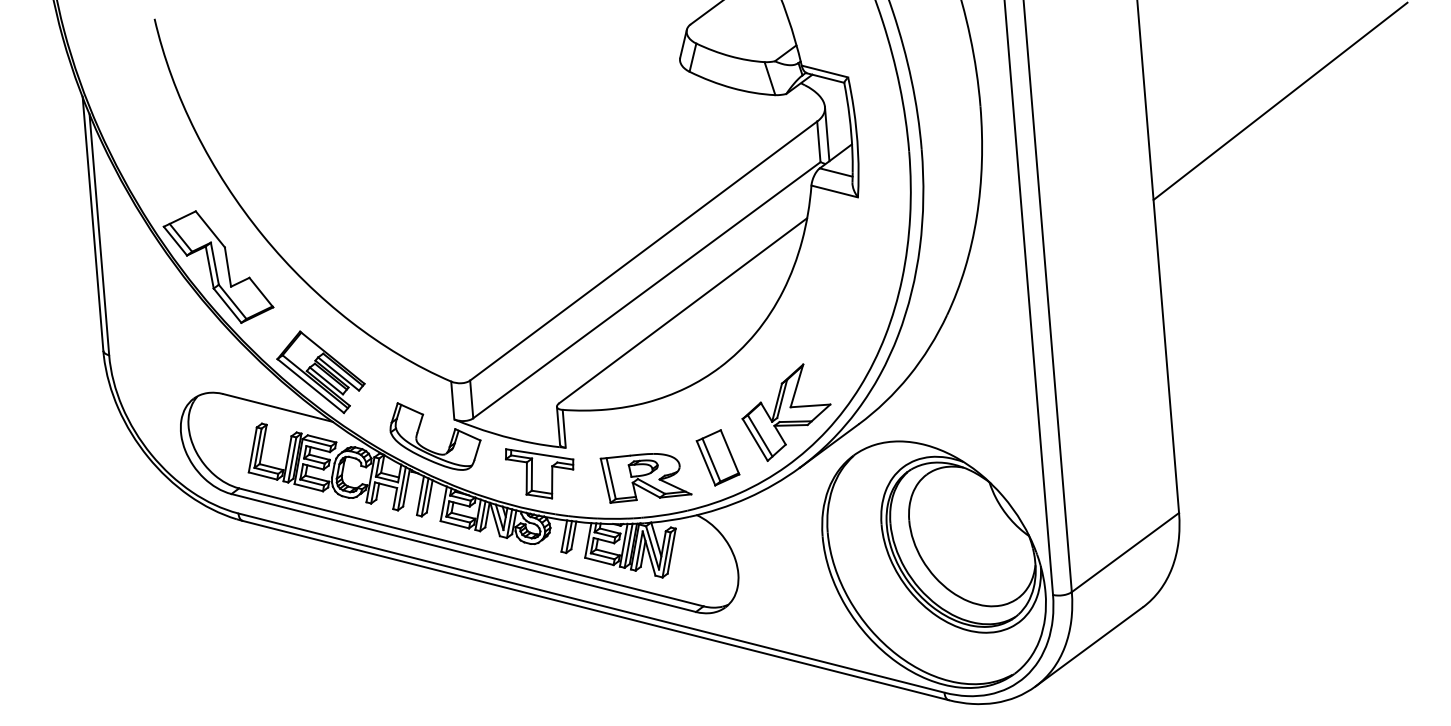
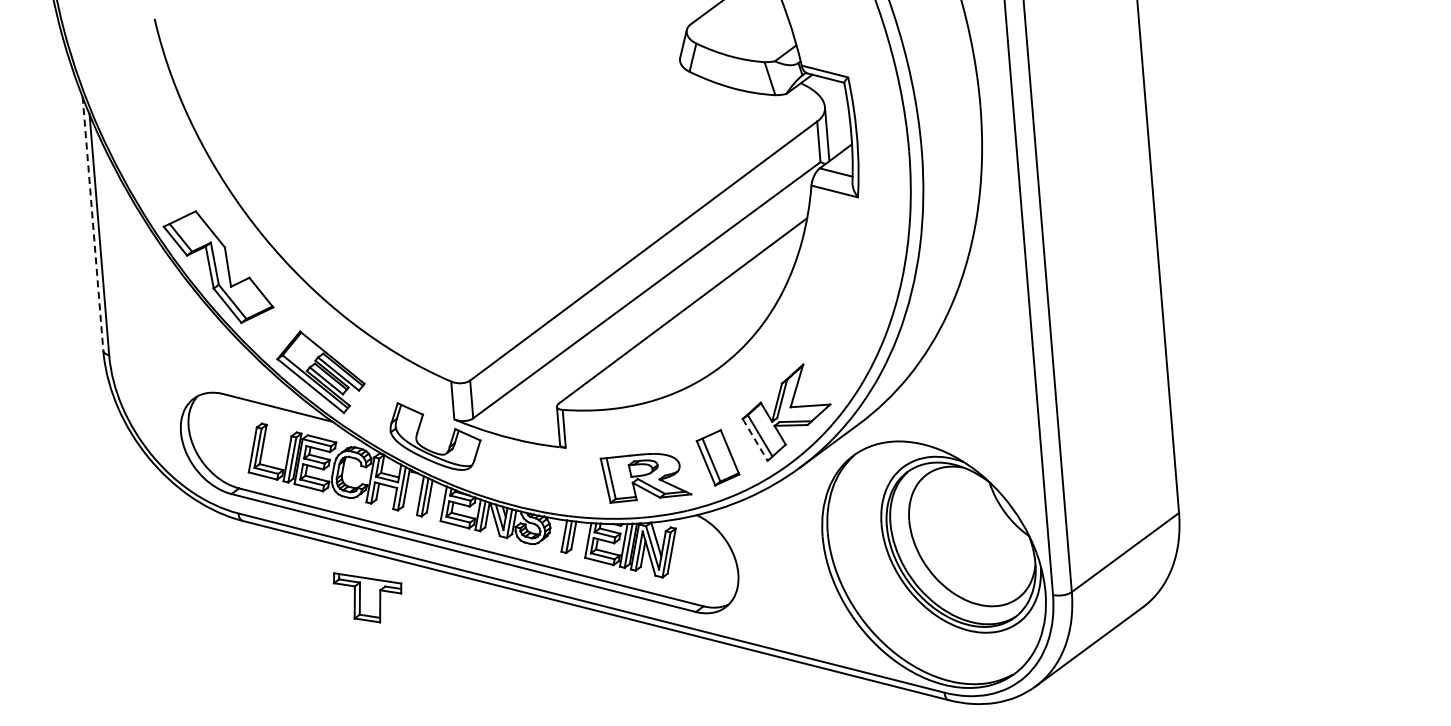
line at (1280, 100): present -> none
line at (93, 224): solid -> dashed
line at (755, 440): solid -> dashed
part at (539, 473) position: (539, 473) -> (367, 597)
